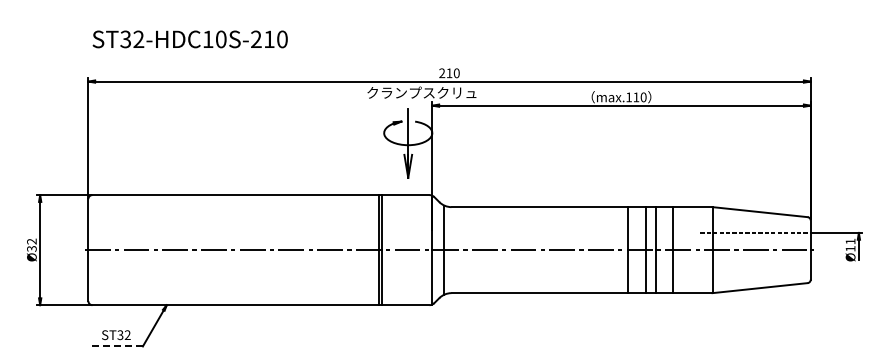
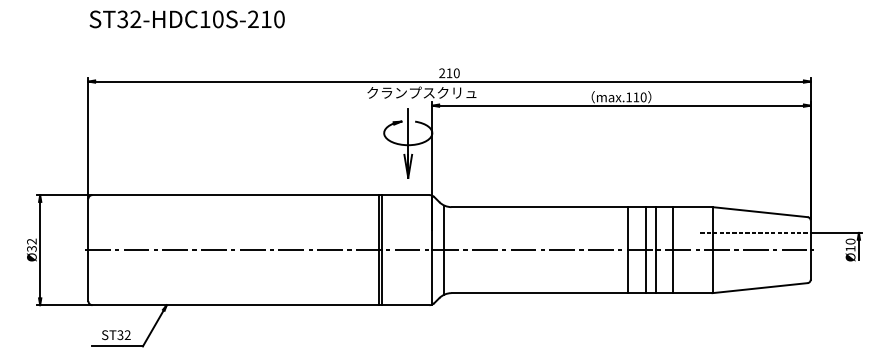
text at (189, 39) position: (189, 39) -> (186, 19)
text at (850, 241): 11 -> 10
line at (117, 346): dashed -> solid
